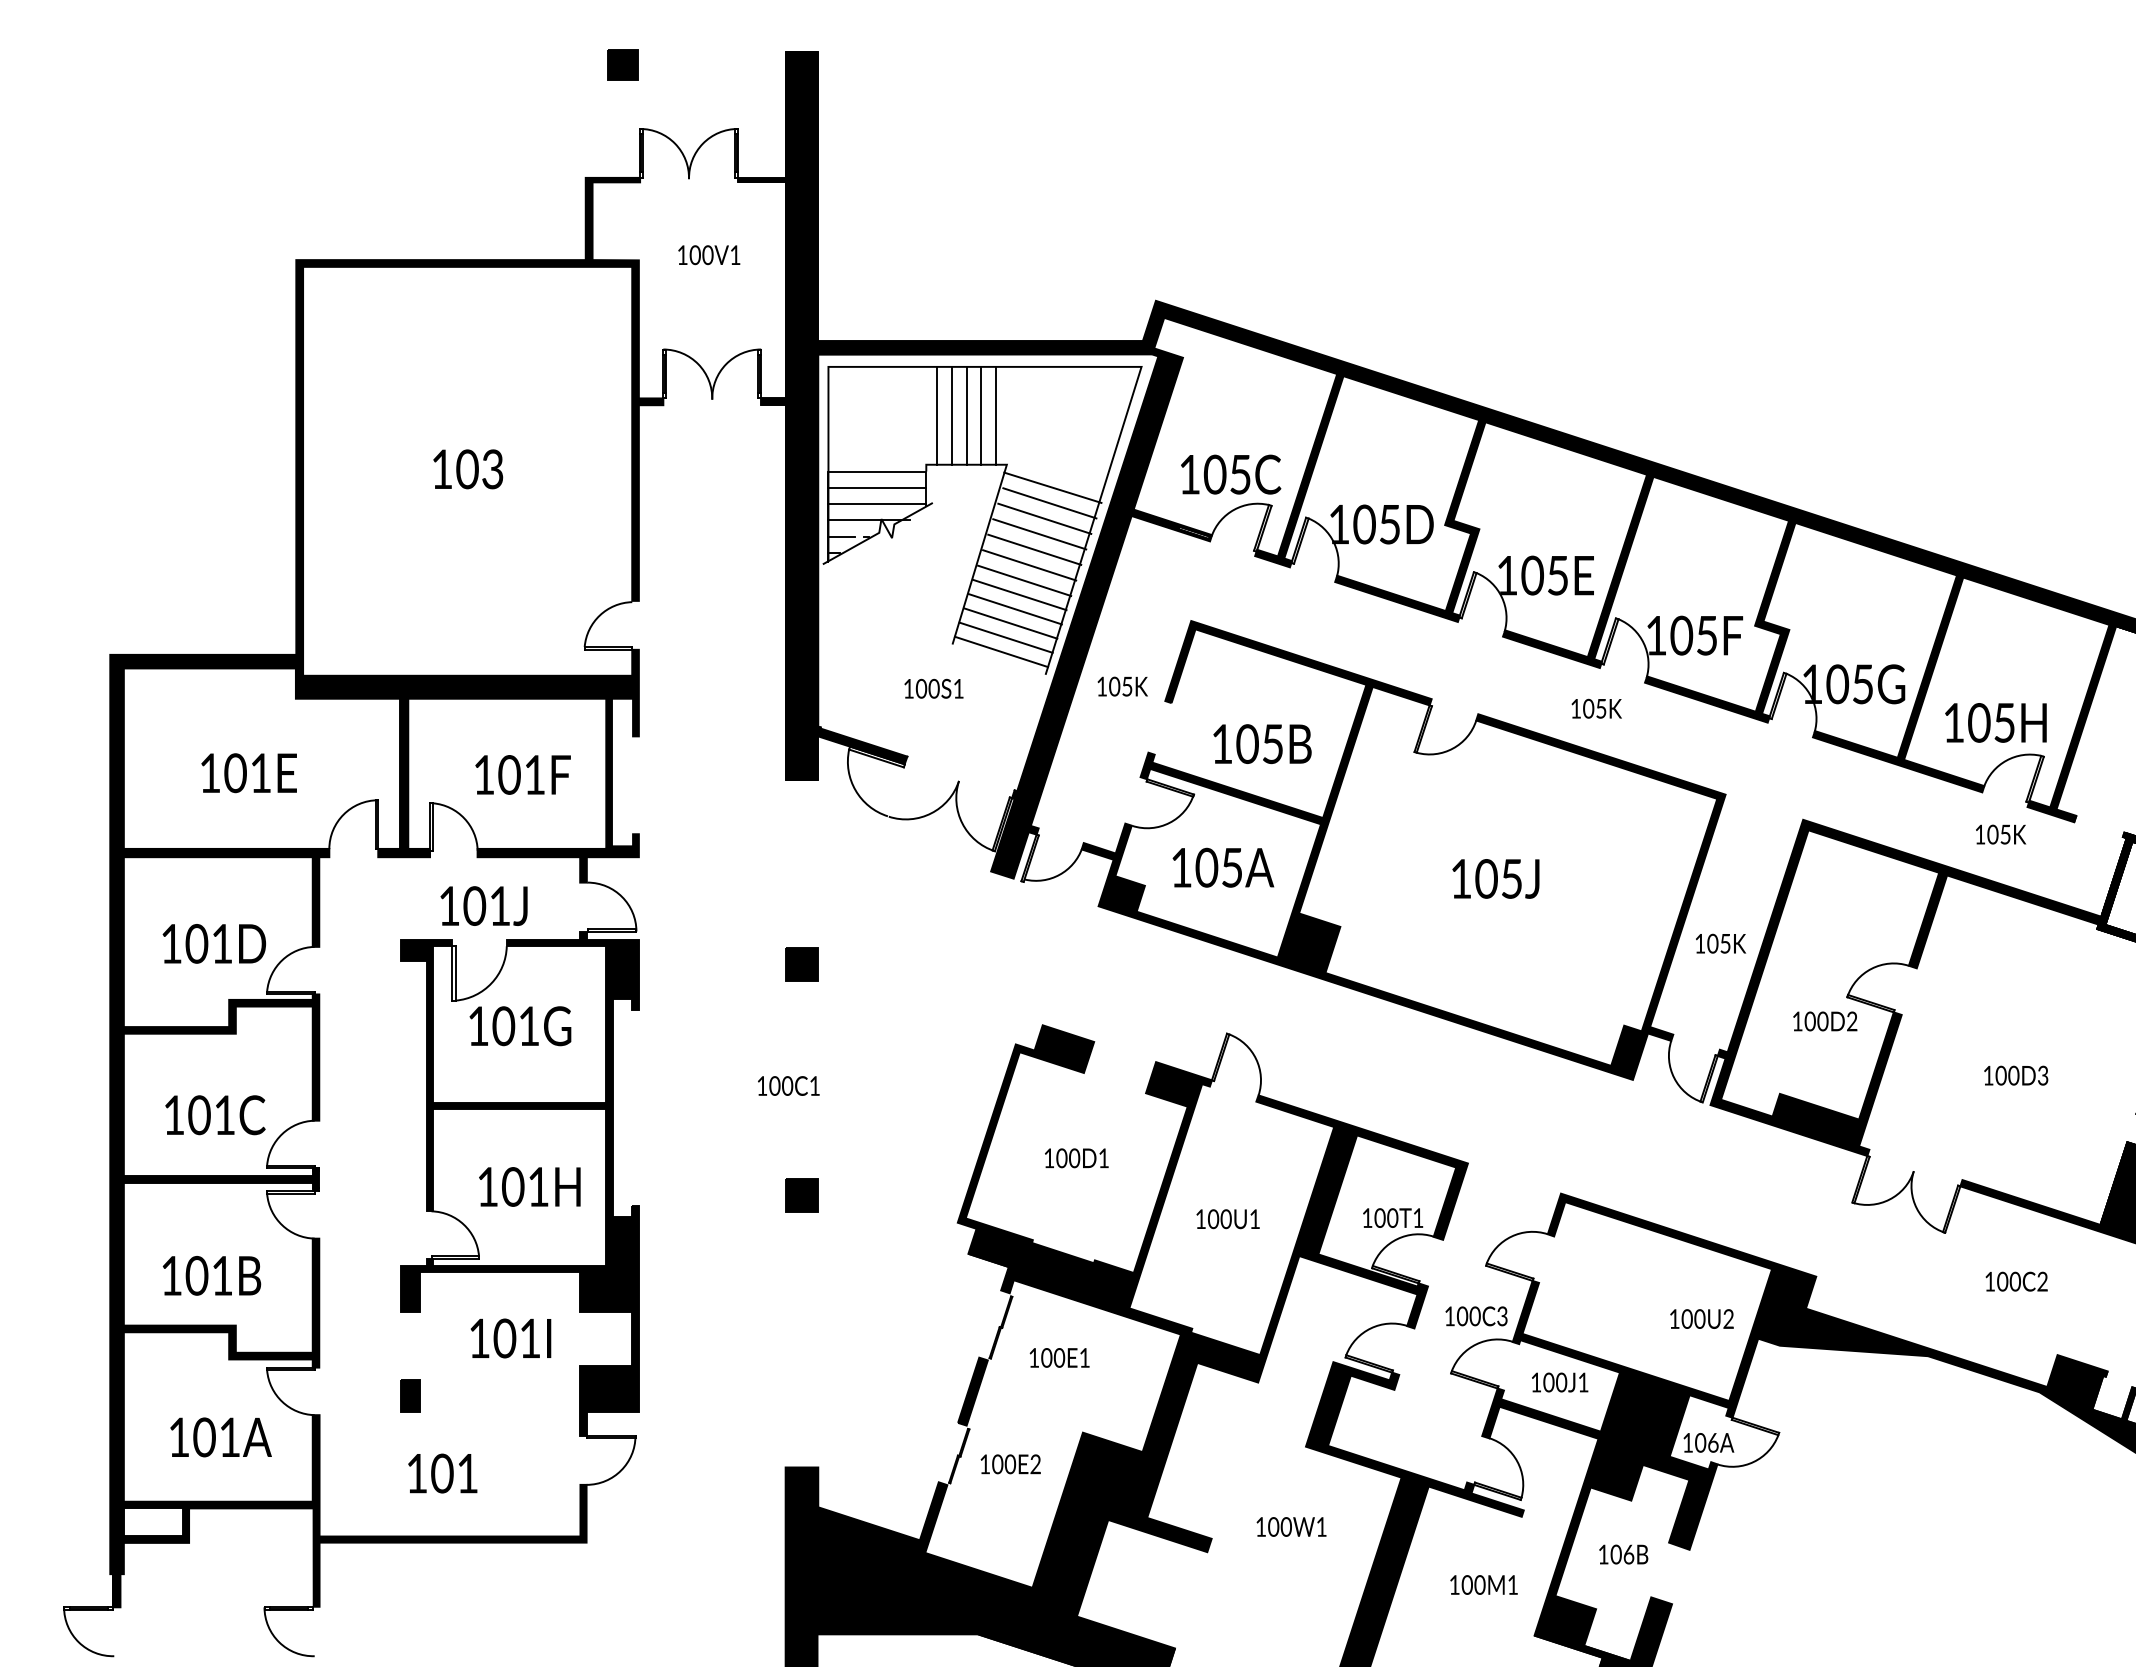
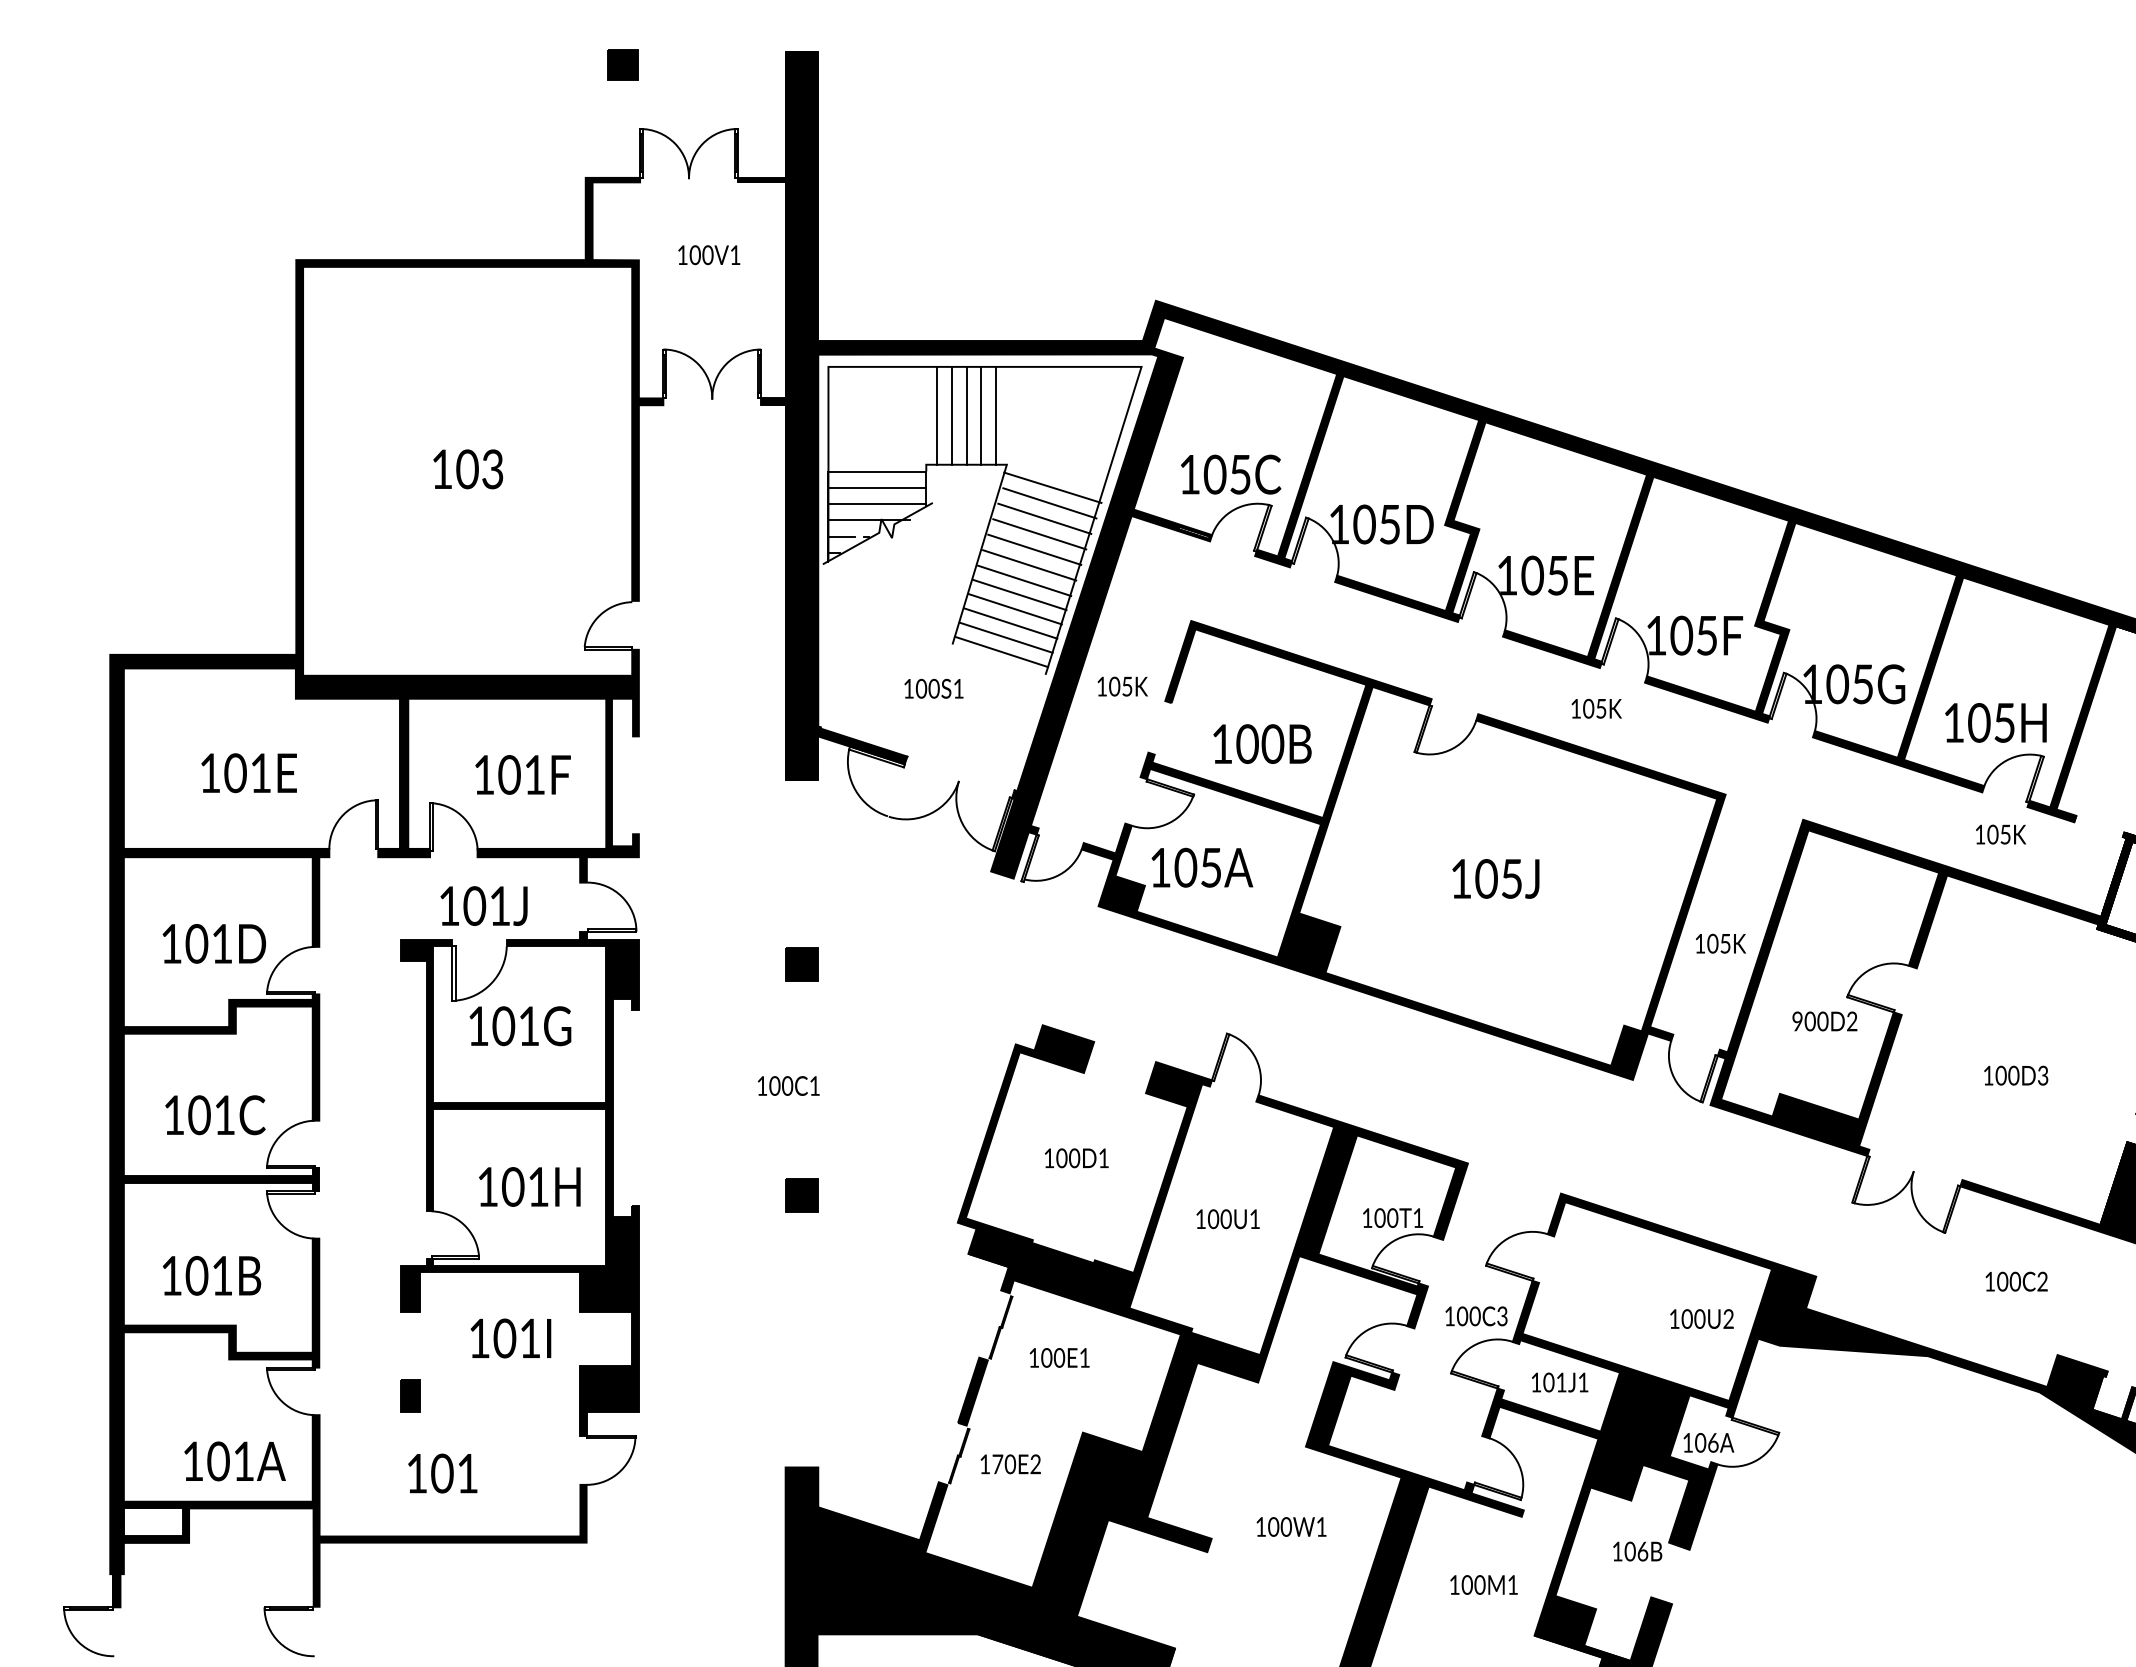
text at (1272, 744): 105B -> 100B
text at (1223, 867) position: (1223, 867) -> (1202, 867)
text at (1797, 1021): 100D2 -> 900D2
text at (1561, 1382): 100J1 -> 101J1
text at (220, 1437) position: (220, 1437) -> (234, 1461)
text at (997, 1464): 100E2 -> 170E2
text at (1623, 1554) position: (1623, 1554) -> (1637, 1551)
